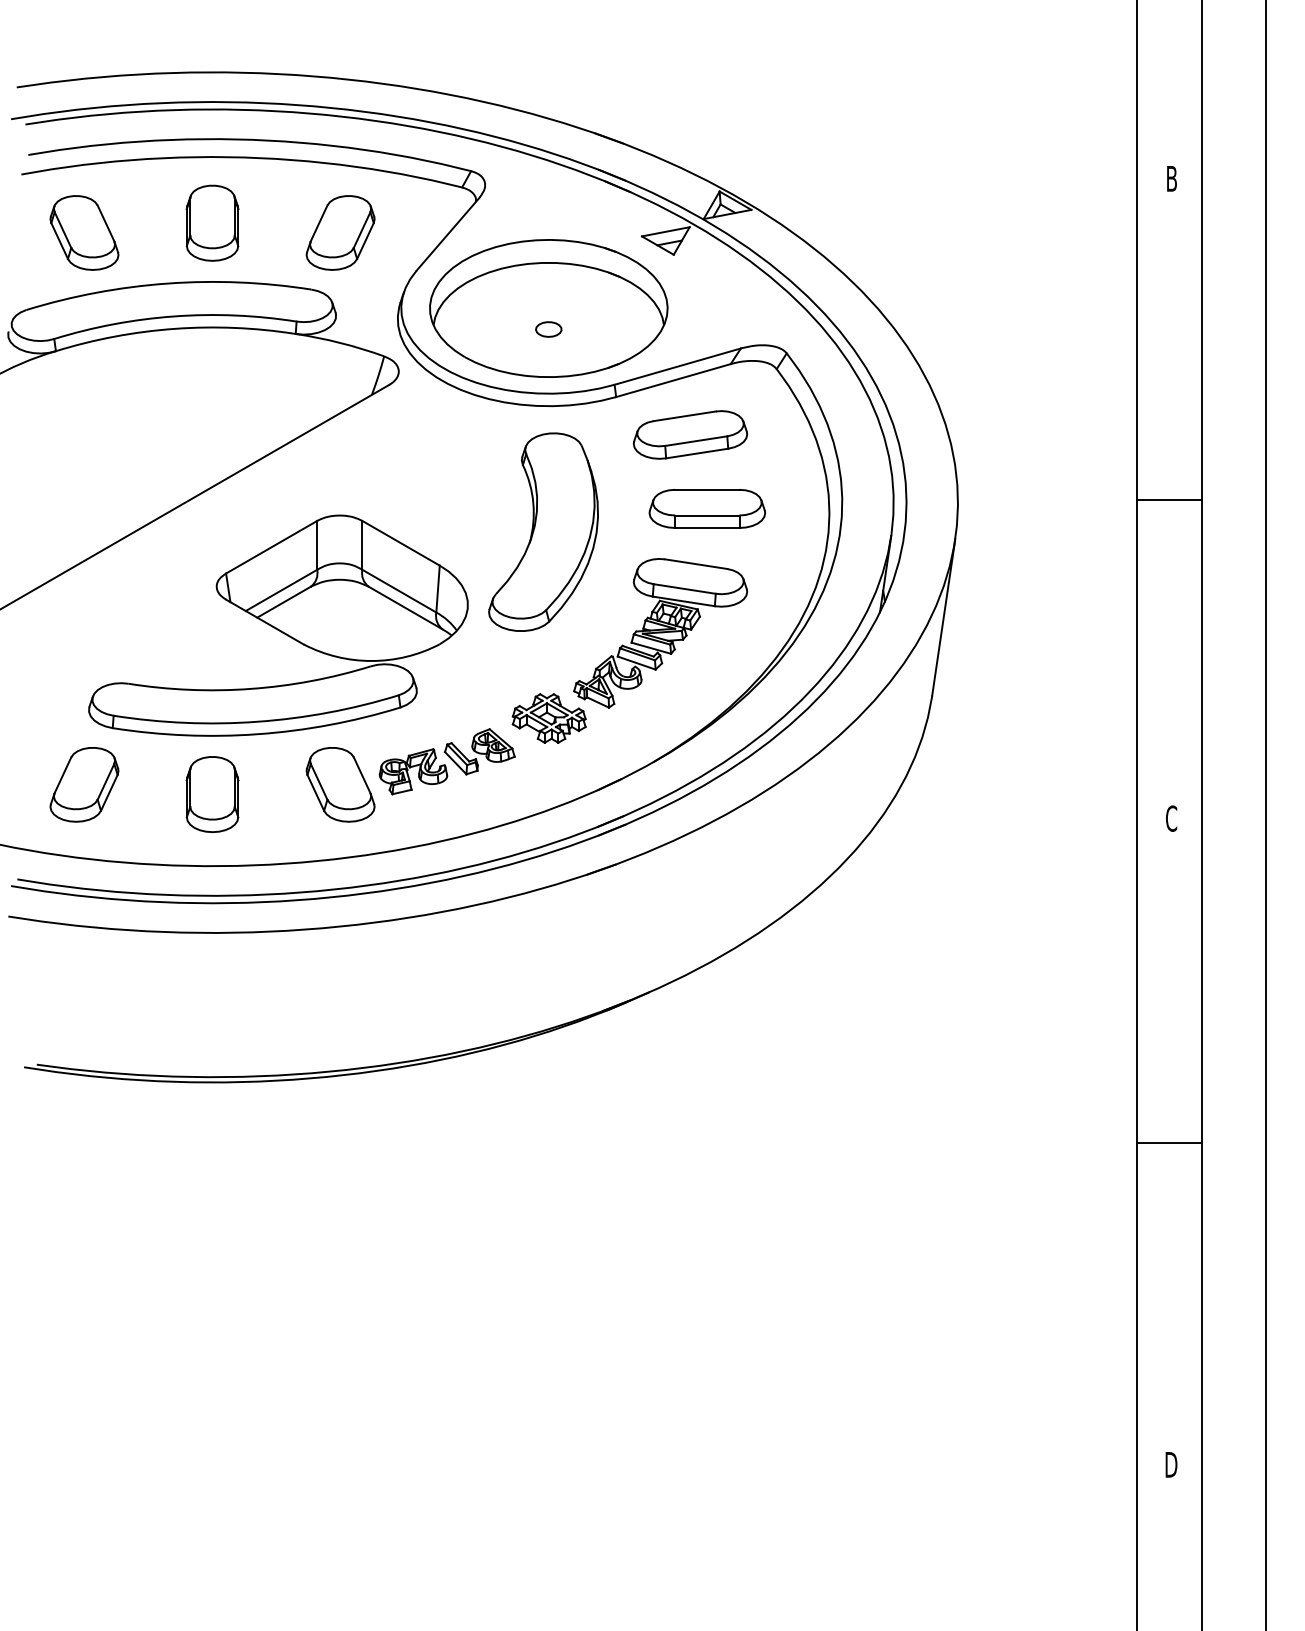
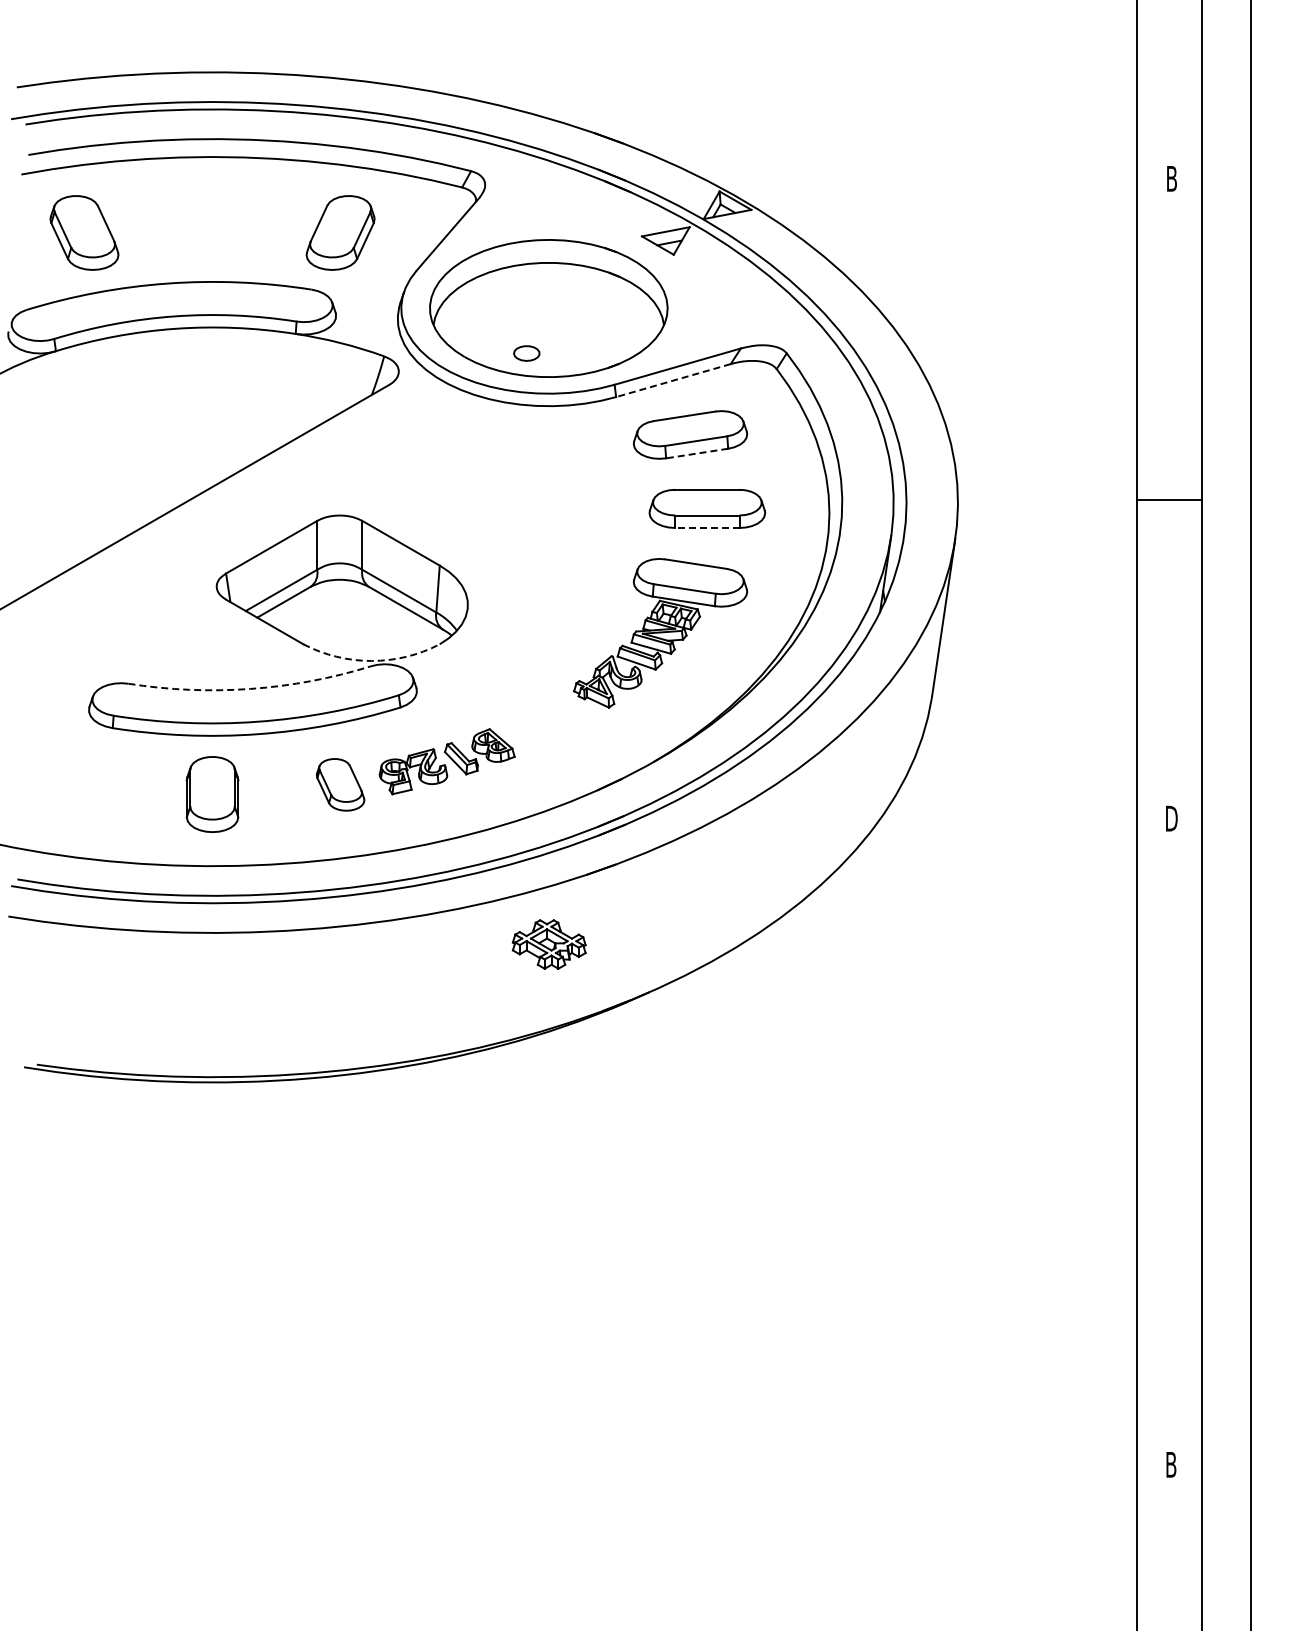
part at (212, 222): present -> none
part at (548, 329) position: (548, 329) -> (526, 353)
line at (673, 380): solid -> dashed
line at (696, 453): solid -> dashed
line at (706, 527): solid -> dashed
part at (543, 531): present -> none
arc at (371, 660): solid -> dashed
arc at (250, 688): solid -> dashed
part at (548, 718) position: (548, 718) -> (548, 944)
part at (84, 784): present -> none
part at (340, 784) size: 71x76 px -> 51x54 px
line at (1266, 814) position: (1266, 814) -> (1251, 814)
text at (1171, 818): C -> D
line at (1169, 1142): present -> none
text at (1171, 1464): D -> B
